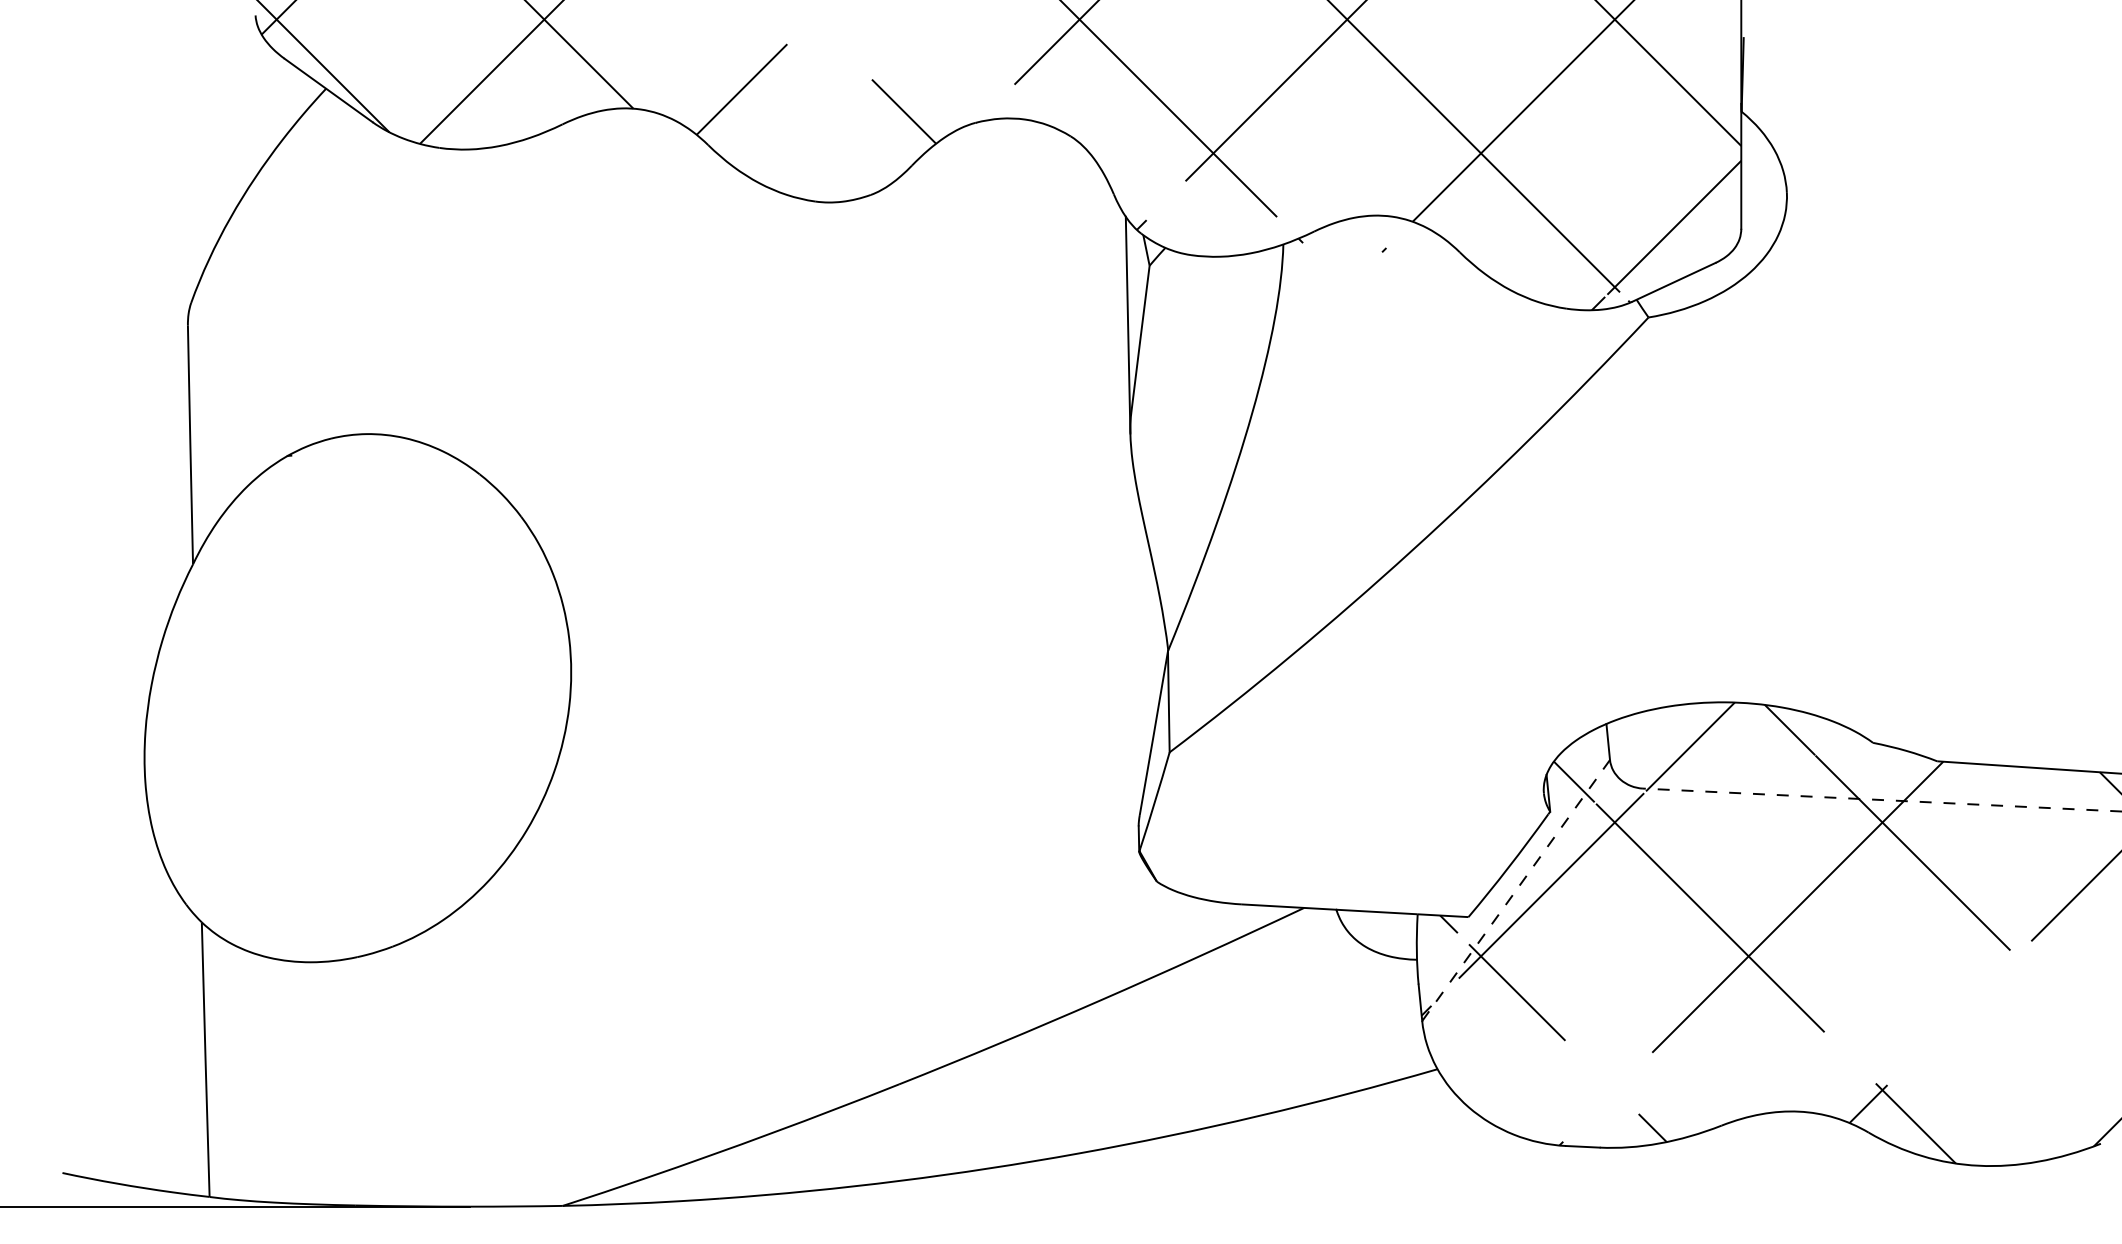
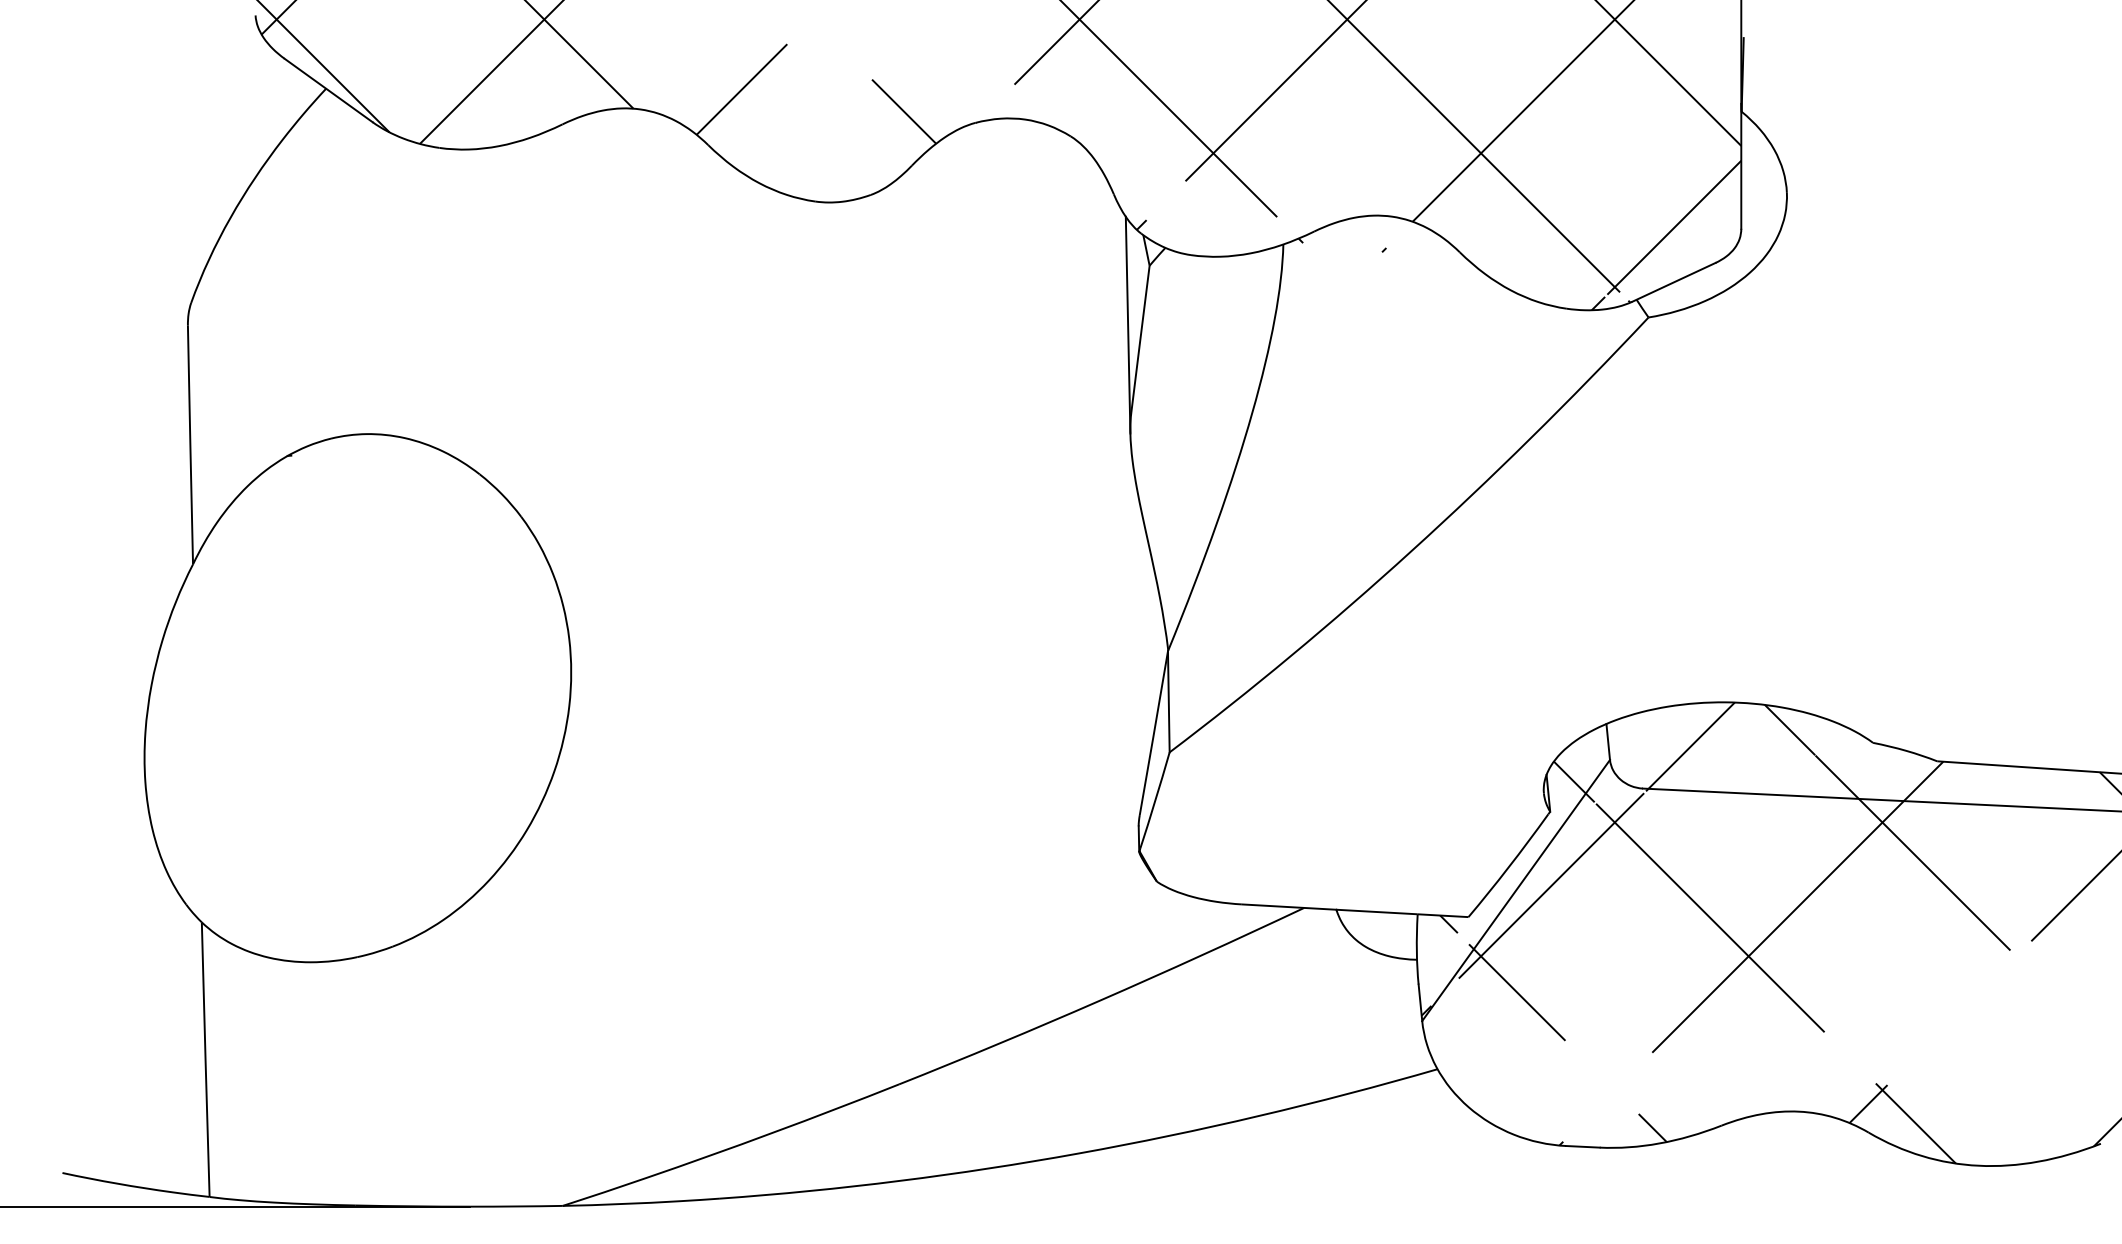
line at (1881, 800): dashed -> solid
line at (1516, 890): dashed -> solid
